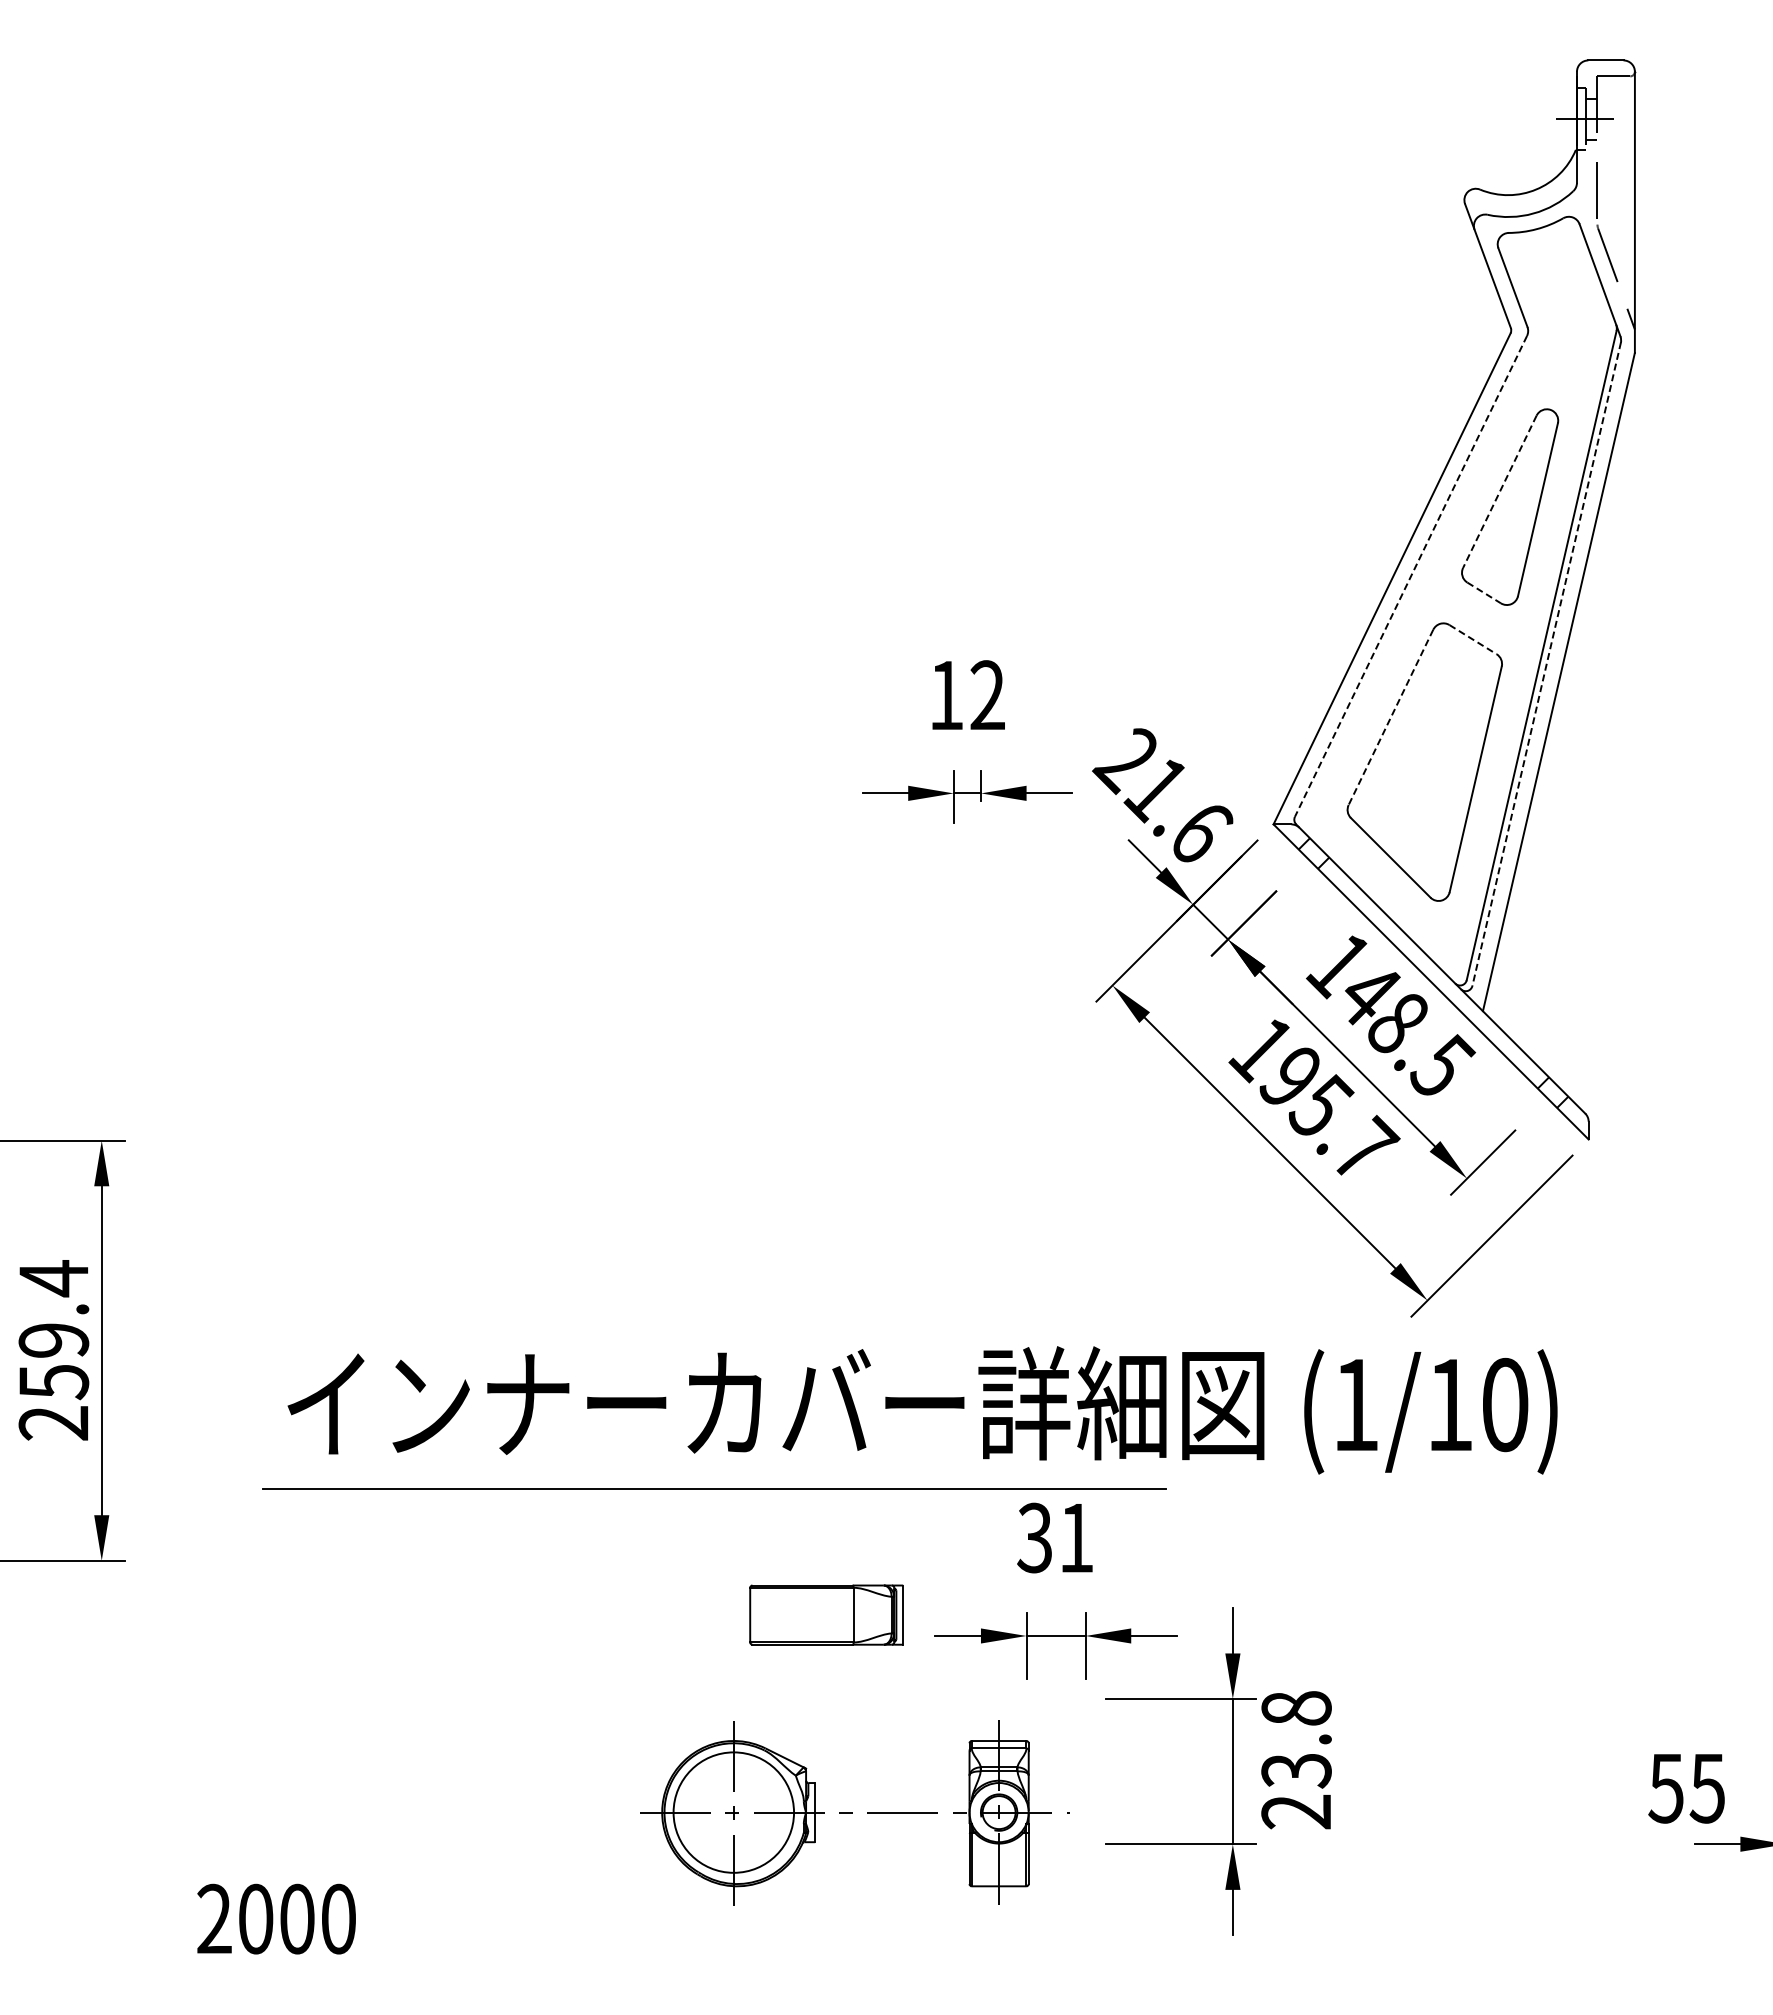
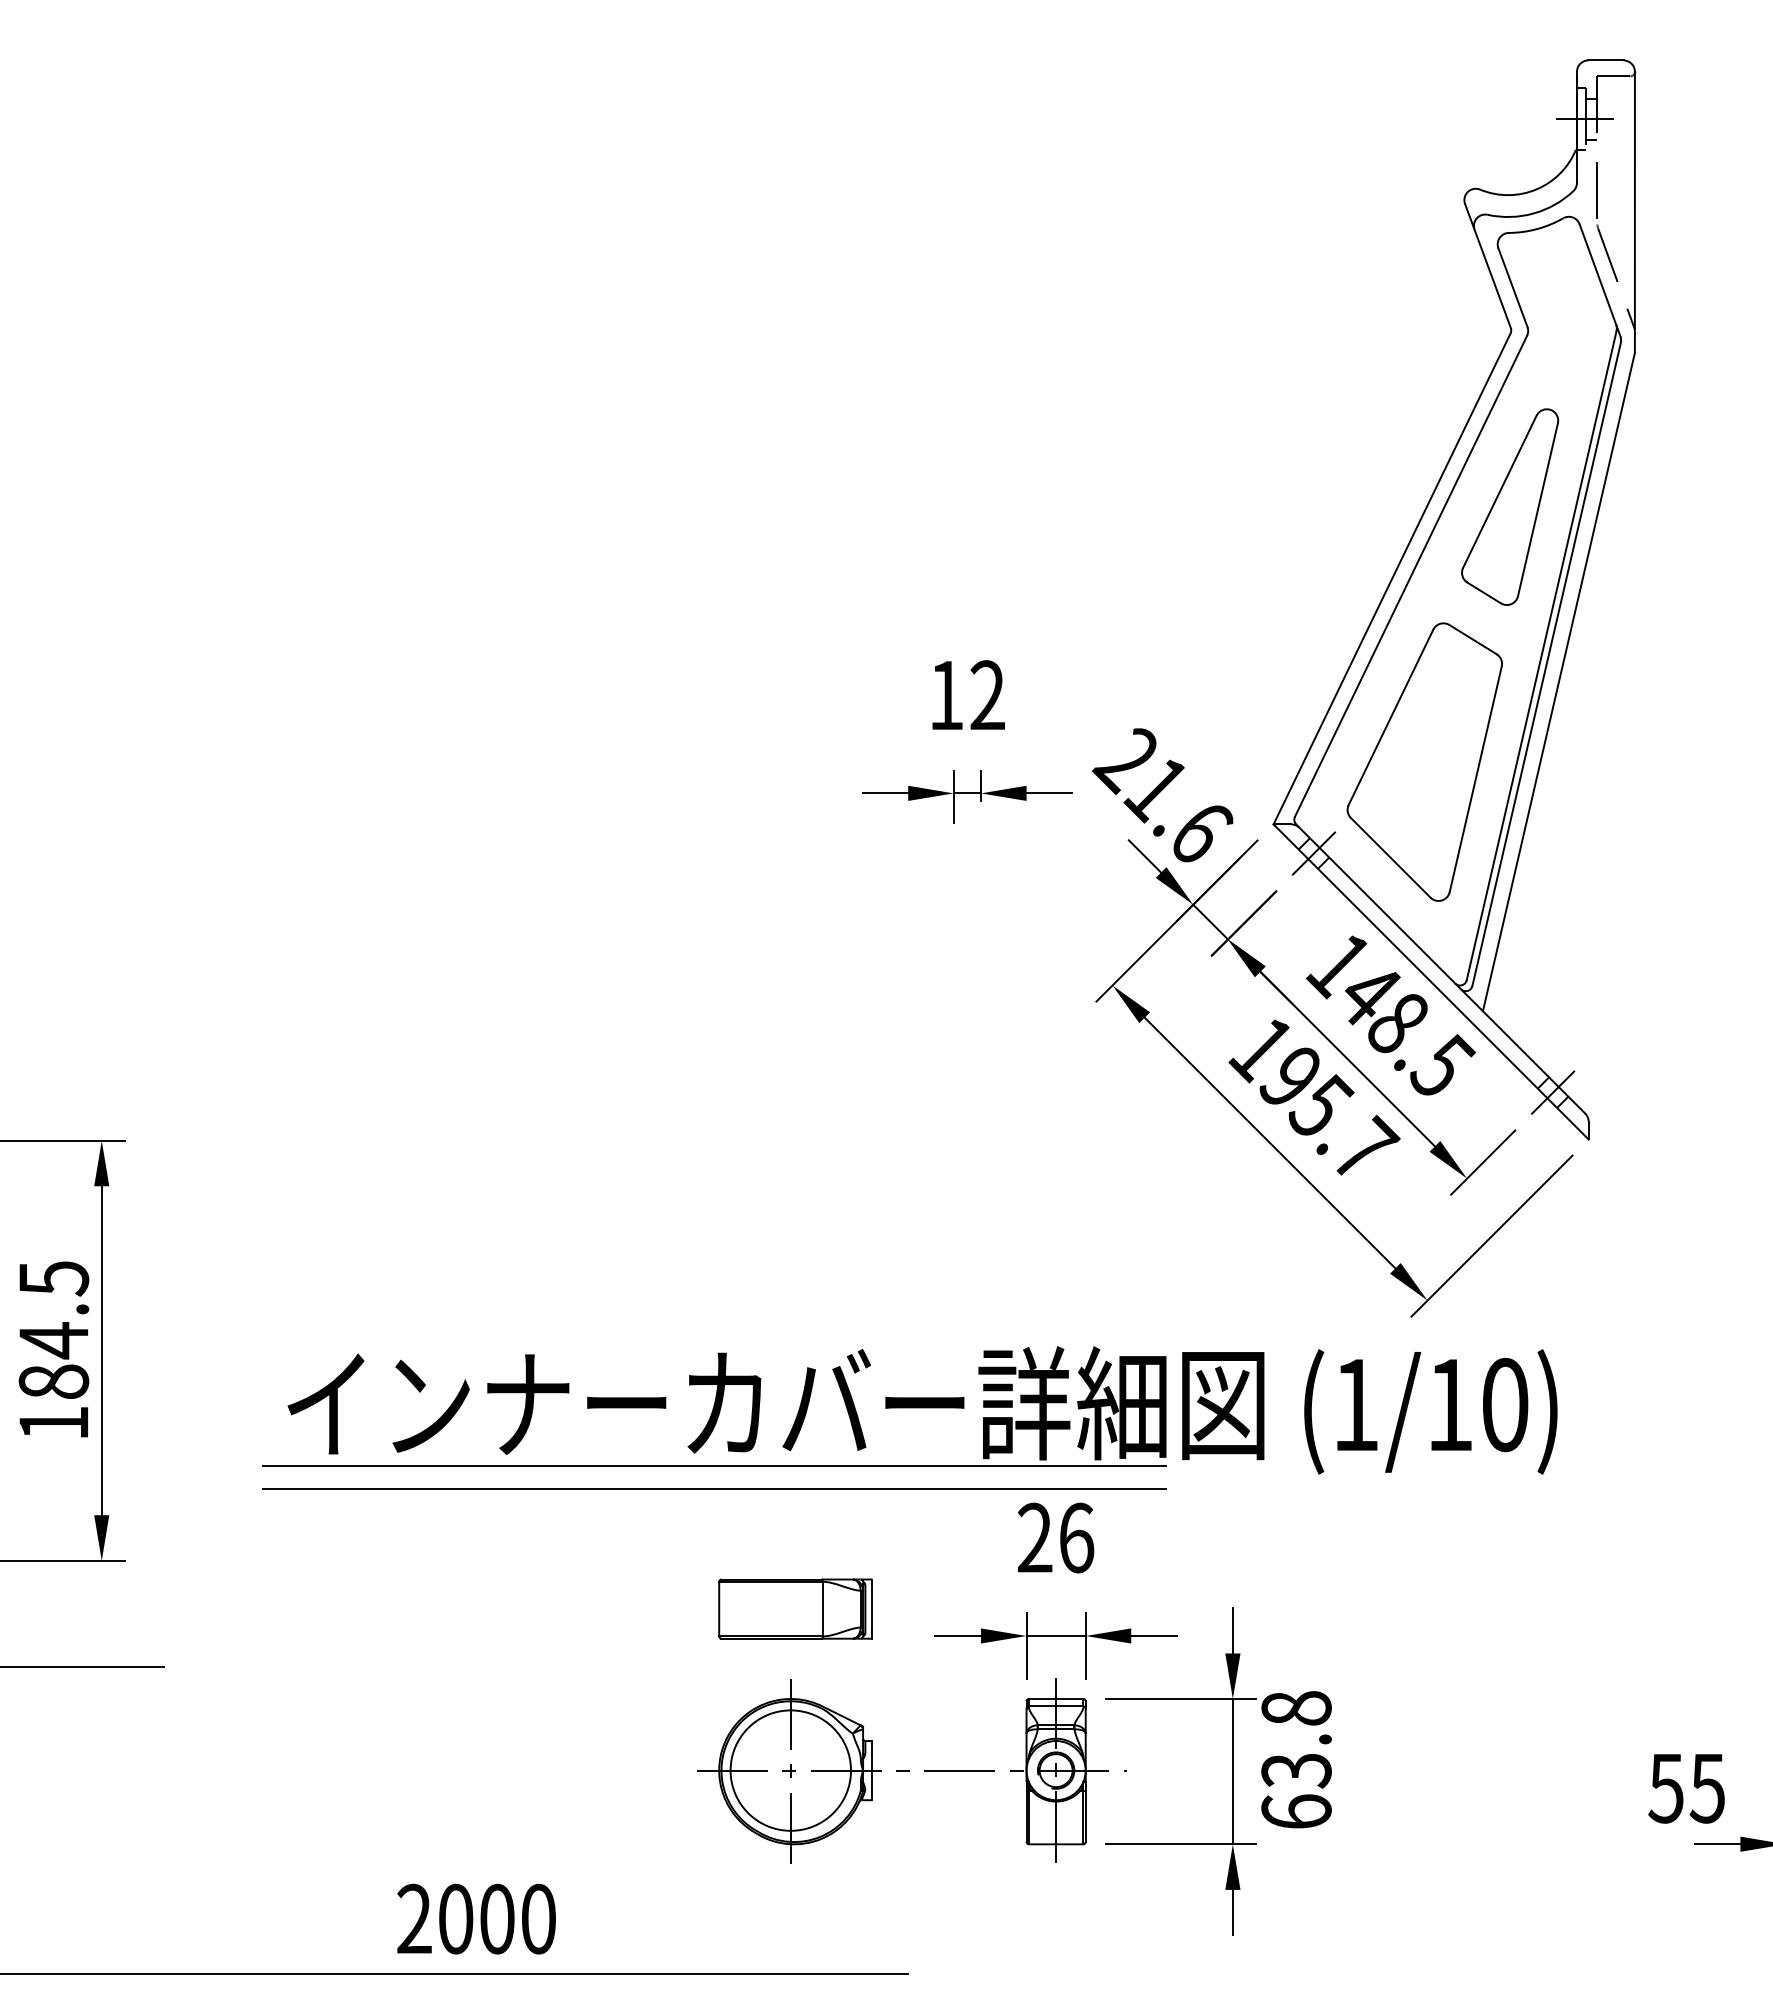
line at (1499, 491): dashed -> solid
line at (1411, 576): dashed -> solid
line at (1484, 592): dashed -> solid
line at (1473, 639): dashed -> solid
line at (1546, 664): dashed -> solid
line at (1390, 717): dashed -> solid
line at (1313, 853): none -> present
line at (1552, 1092): none -> present
text at (53, 1350): 259.4 -> 184.5
line at (714, 1465): none -> present
text at (1055, 1537): 31 -> 26
part at (826, 1614) position: (826, 1614) -> (795, 1608)
line at (83, 1667): none -> present
text at (1296, 1811): 23.8 -> 63.8
part at (854, 1812) position: (854, 1812) -> (911, 1770)
text at (276, 1918) position: (276, 1918) -> (476, 1918)
line at (455, 1973): none -> present
